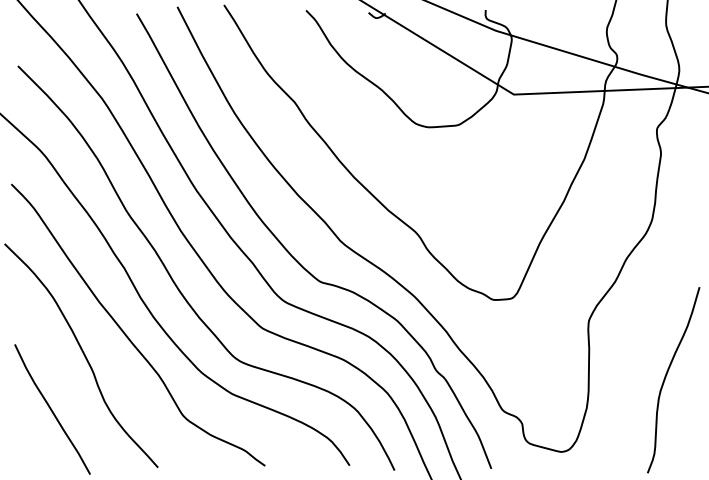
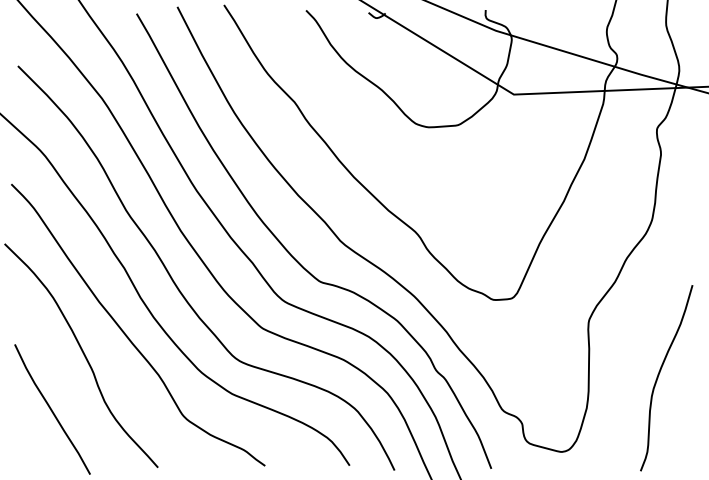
curve at (666, 377) position: (666, 377) -> (659, 375)
